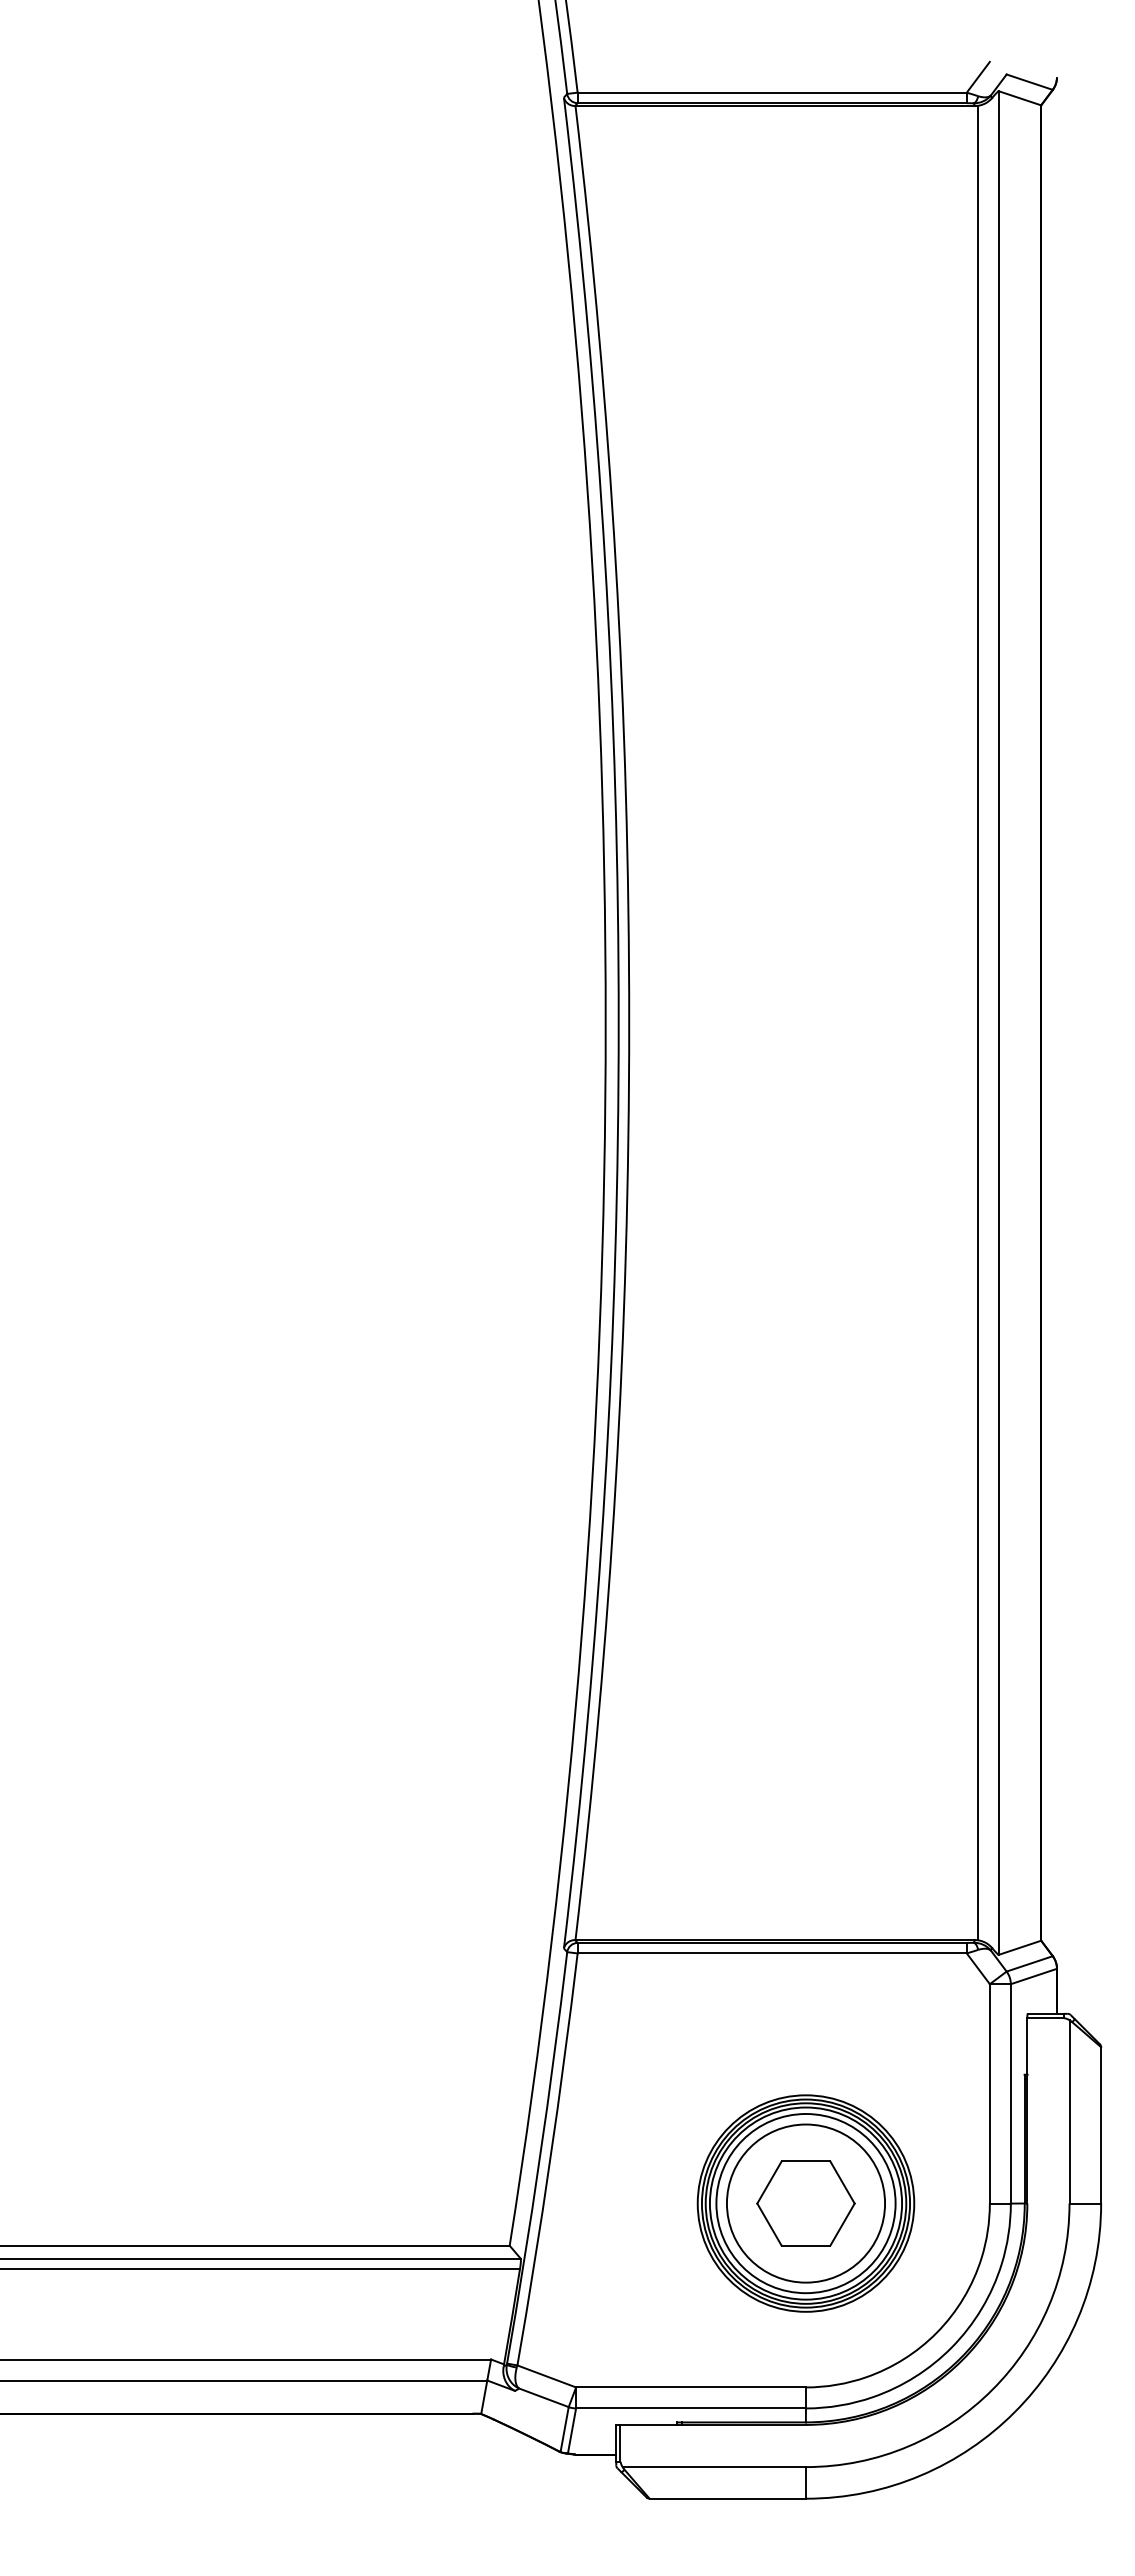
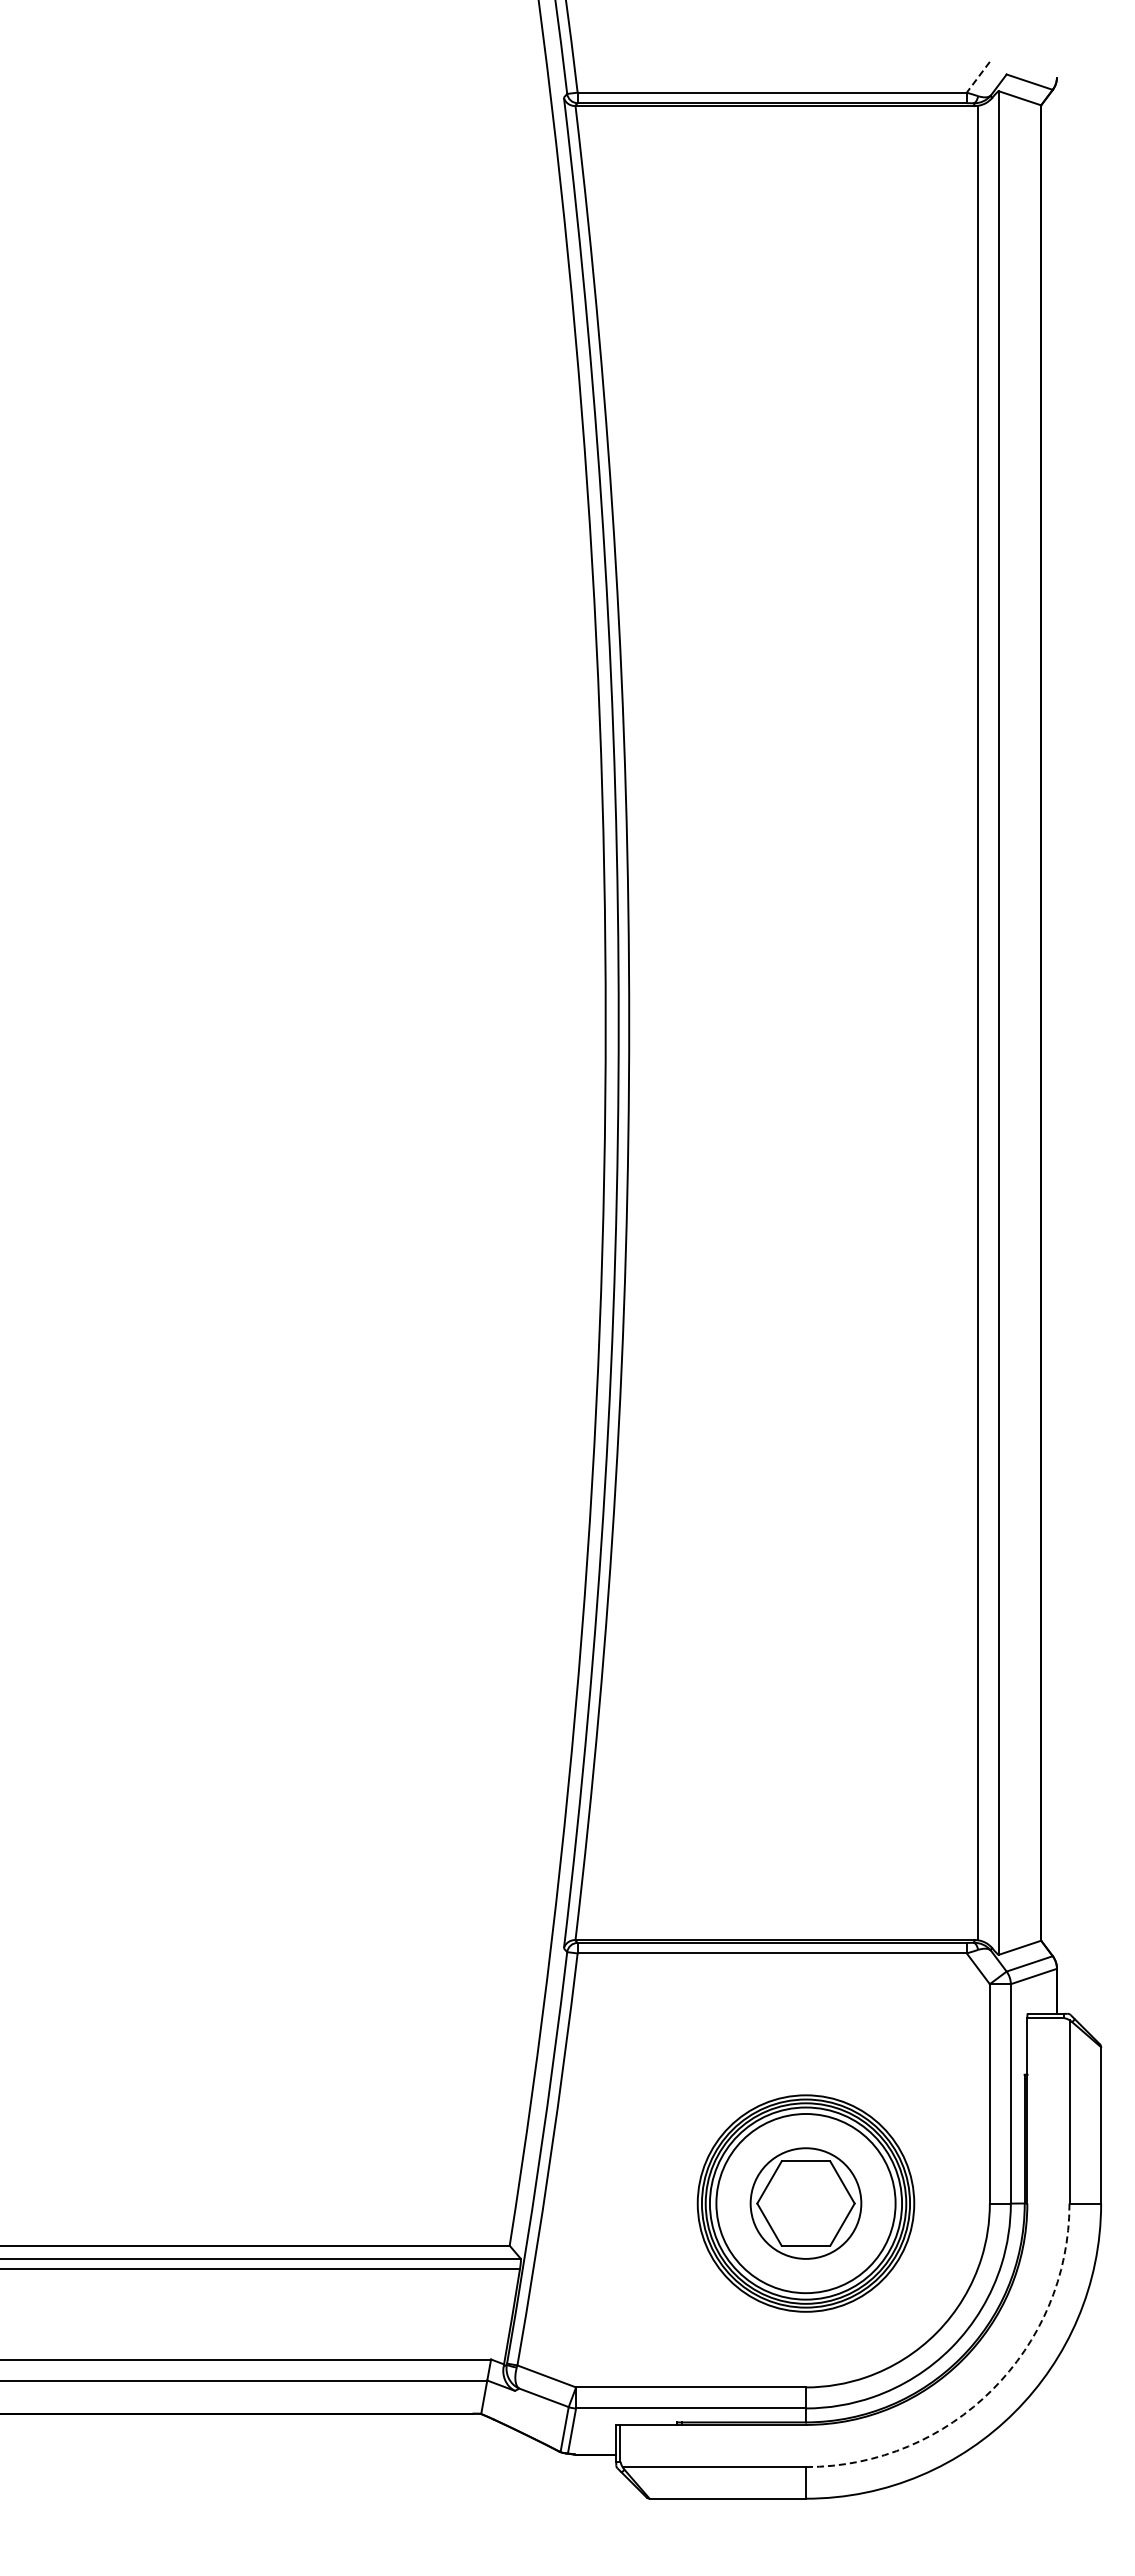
line at (978, 77): solid -> dashed
circle at (805, 2203) diameter: 158 px -> 111 px
arc at (992, 2389): solid -> dashed
